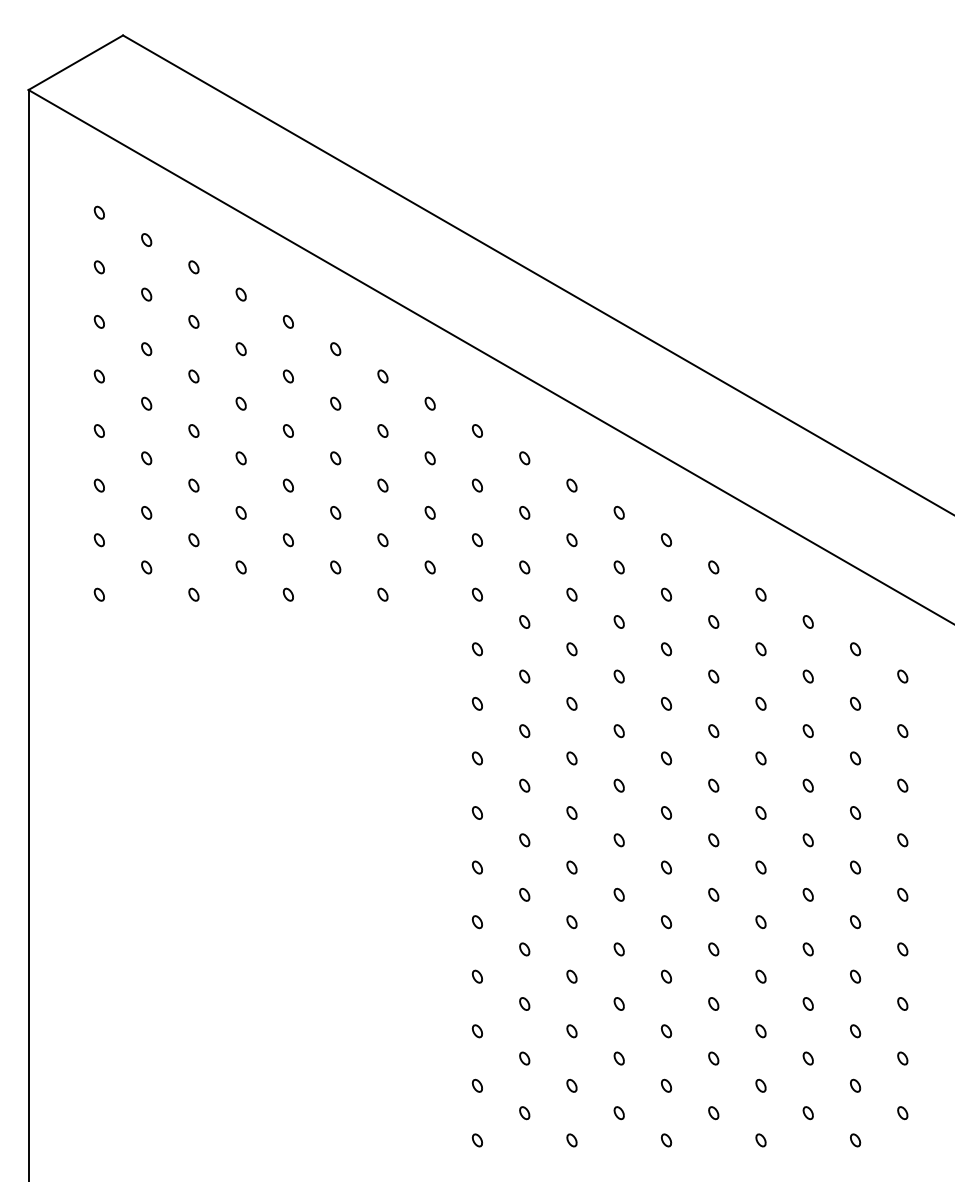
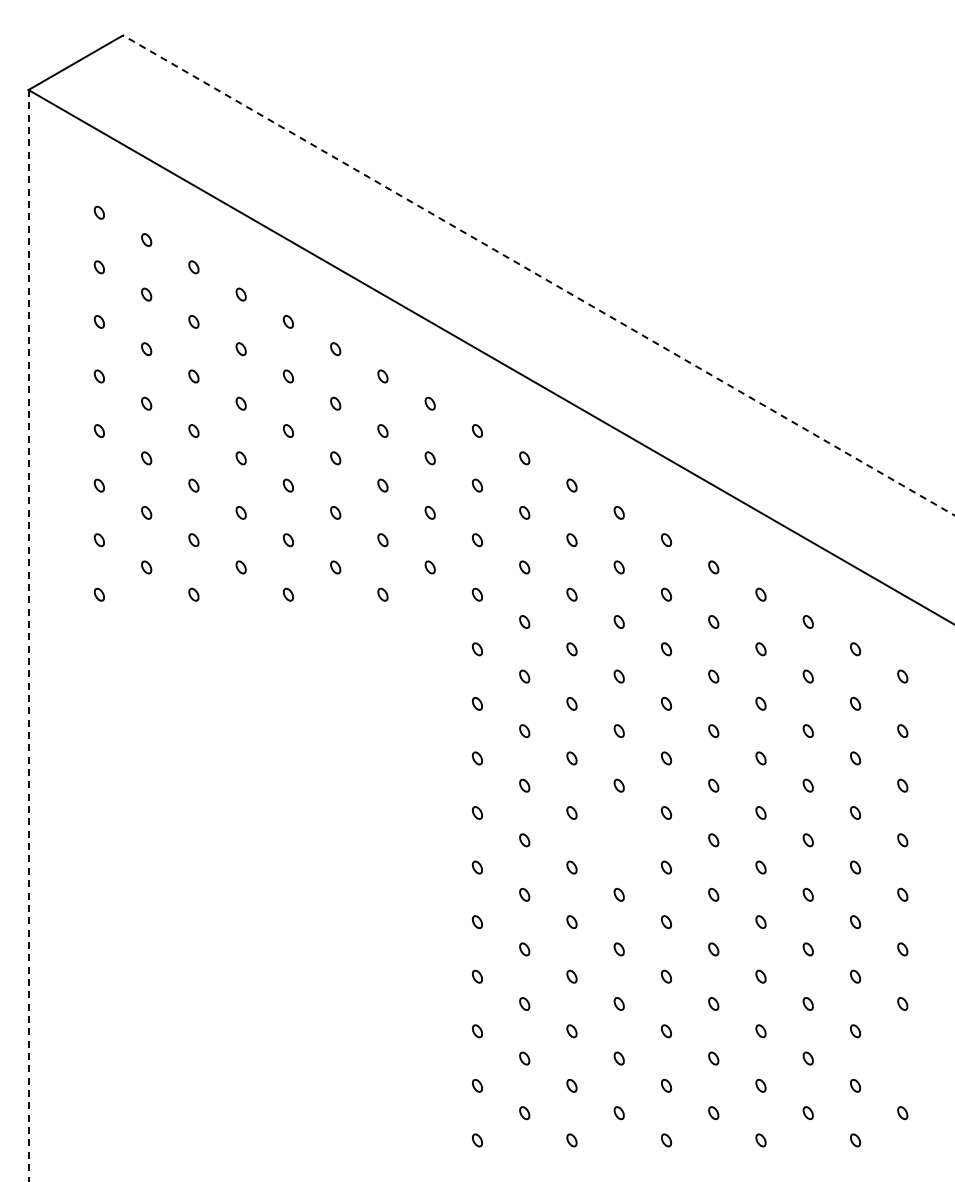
line at (538, 275): solid -> dashed
line at (28, 635): solid -> dashed
part at (618, 840): present -> none
part at (902, 1058): present -> none
